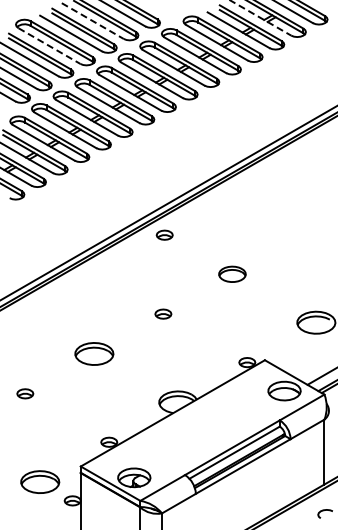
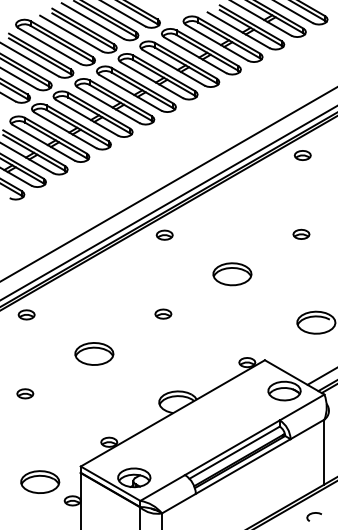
line at (261, 18): dashed -> solid
line at (92, 21): dashed -> solid
line at (49, 46): dashed -> solid
part at (302, 155): none -> present
line at (168, 184): none -> present
part at (301, 233): none -> present
part at (232, 273) size: 29x18 px -> 41x25 px
part at (26, 314): none -> present
curve at (324, 511) position: (324, 511) -> (313, 514)
